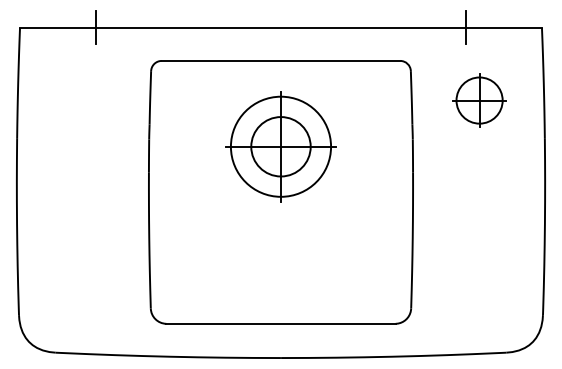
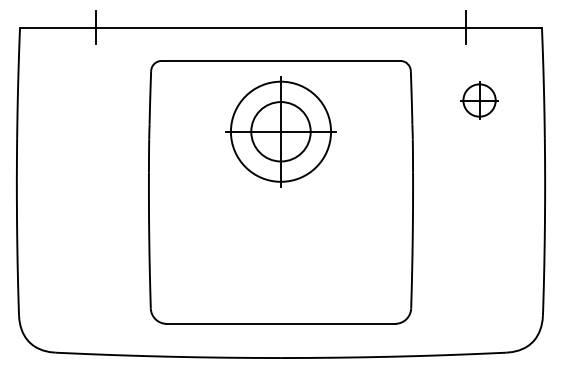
part at (479, 100) size: 55x55 px -> 39x39 px
part at (280, 146) position: (280, 146) -> (280, 131)
